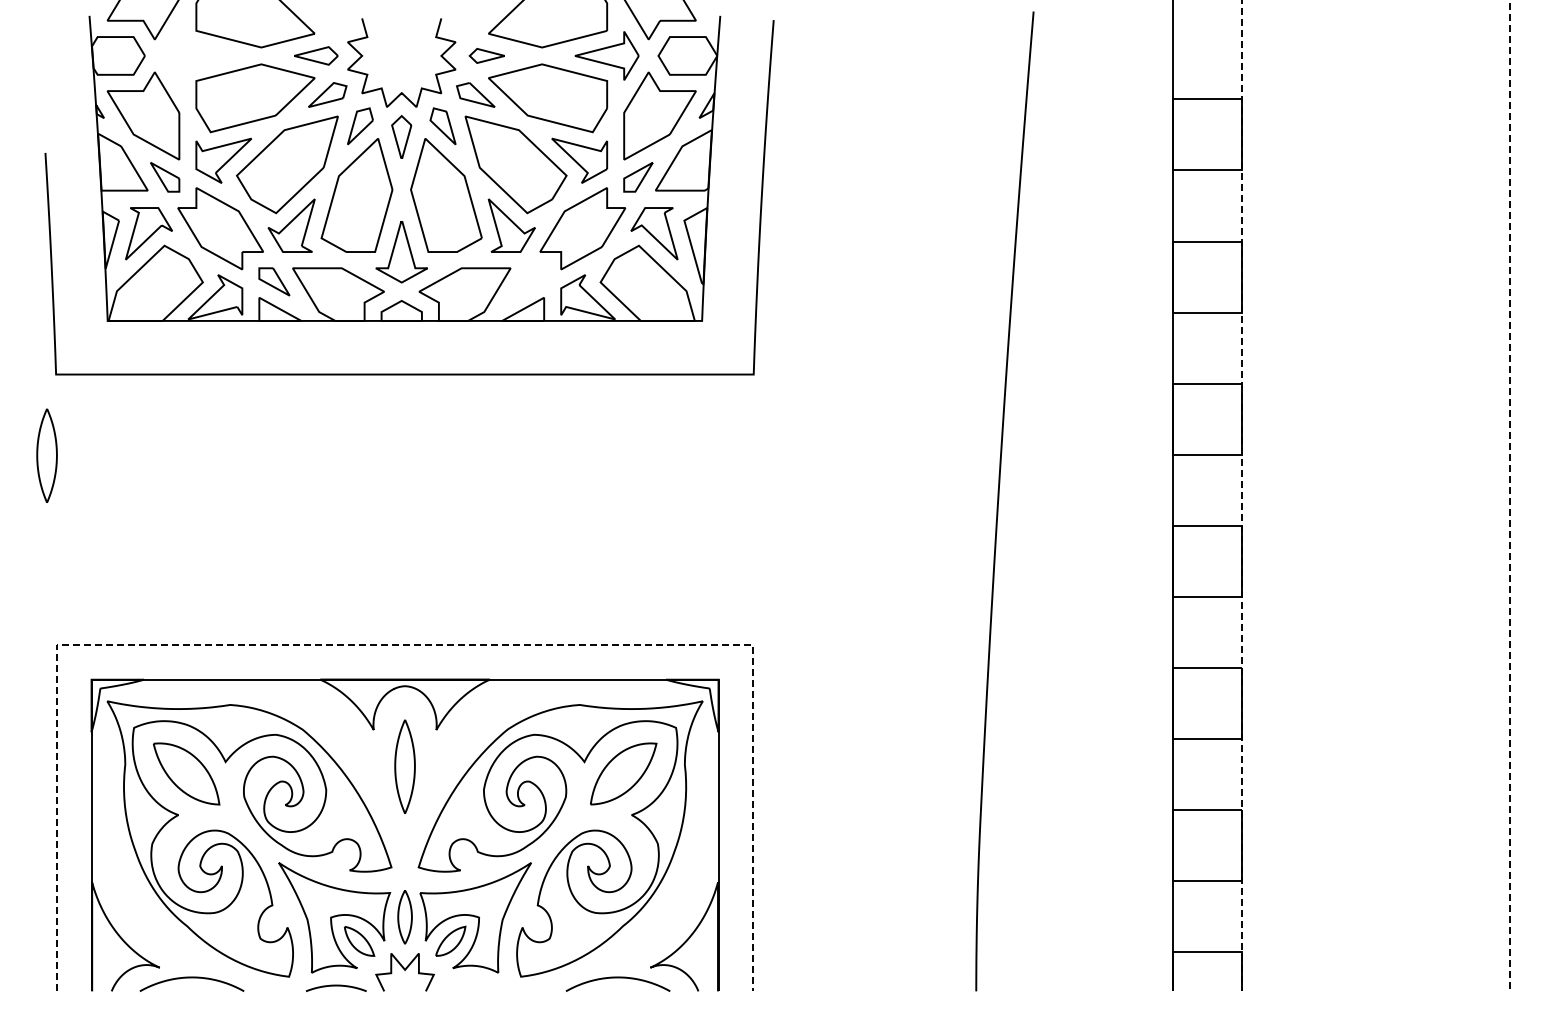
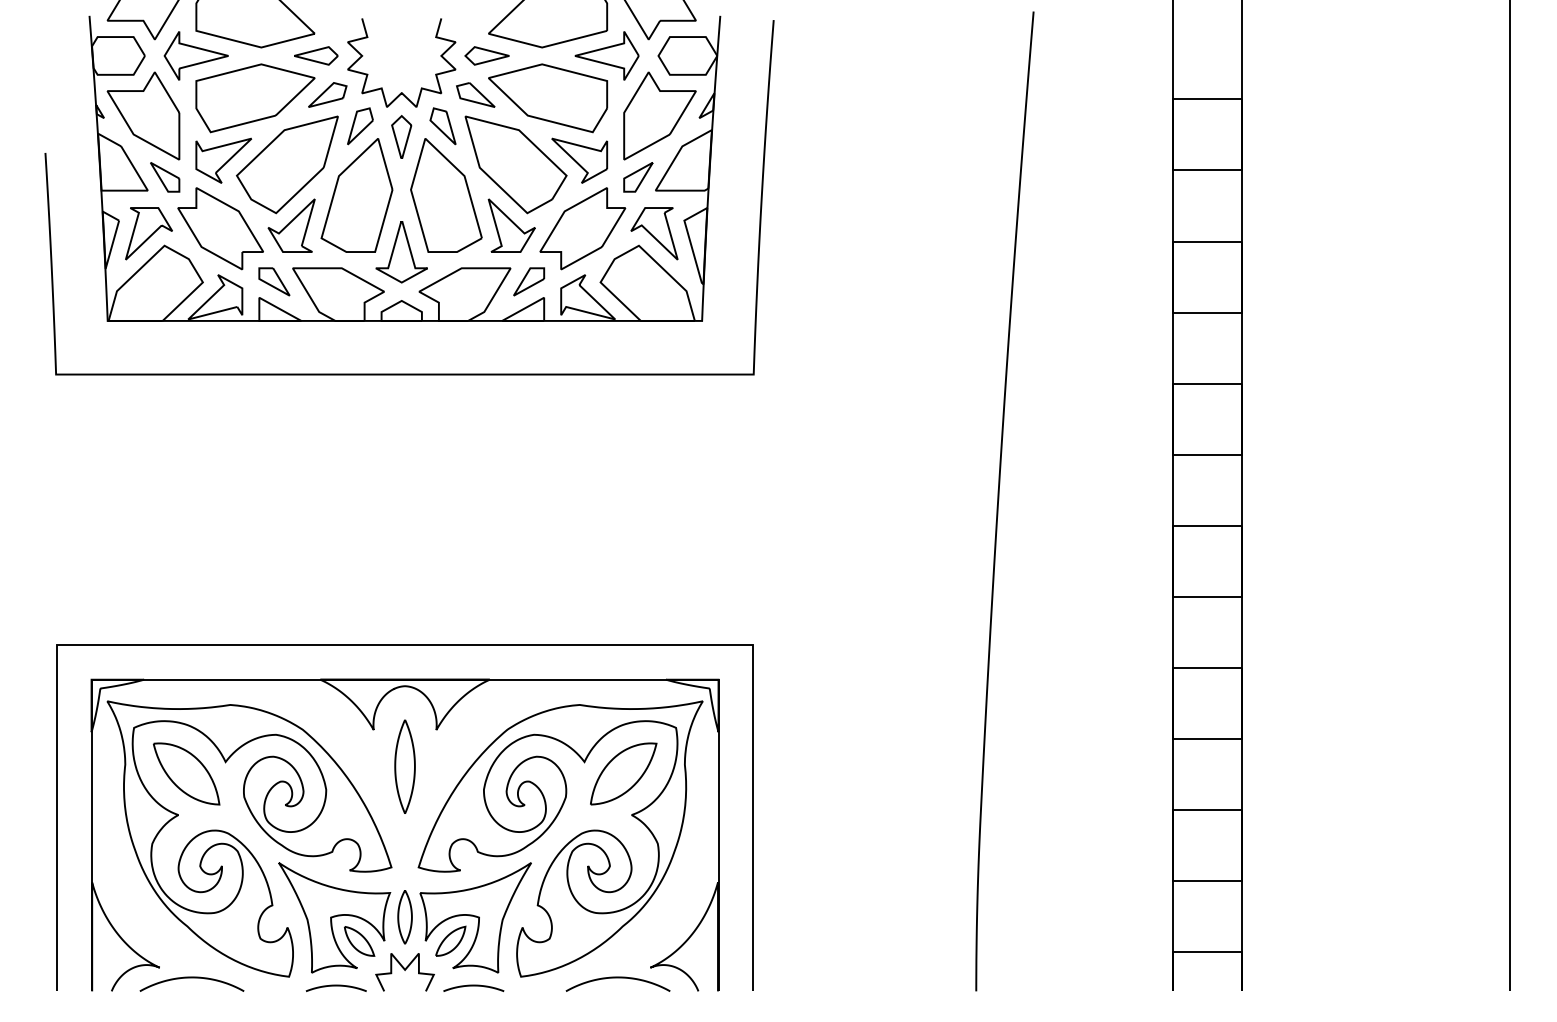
part at (195, 55): none -> present
part at (486, 55) size: 37x16 px -> 46x20 px
part at (529, 281): none -> present
part at (46, 455): present -> none
line at (1242, 496): dashed -> solid
line at (1510, 496): dashed -> solid
line at (405, 644): dashed -> solid
curve at (473, 986): none -> present
